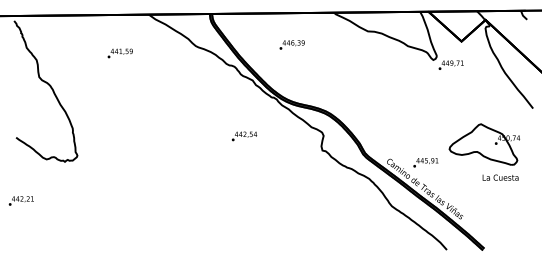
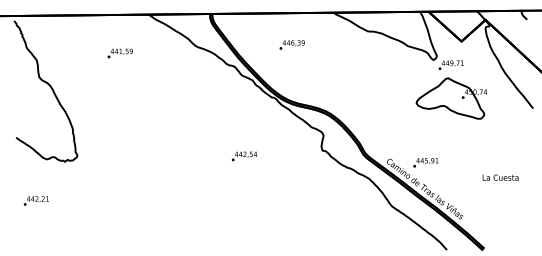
text at (244, 136) position: (244, 136) -> (244, 156)
part at (483, 144) position: (483, 144) -> (450, 98)
text at (20, 200) position: (20, 200) -> (35, 200)
